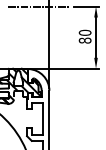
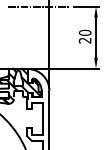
text at (85, 40): 80 -> 20
